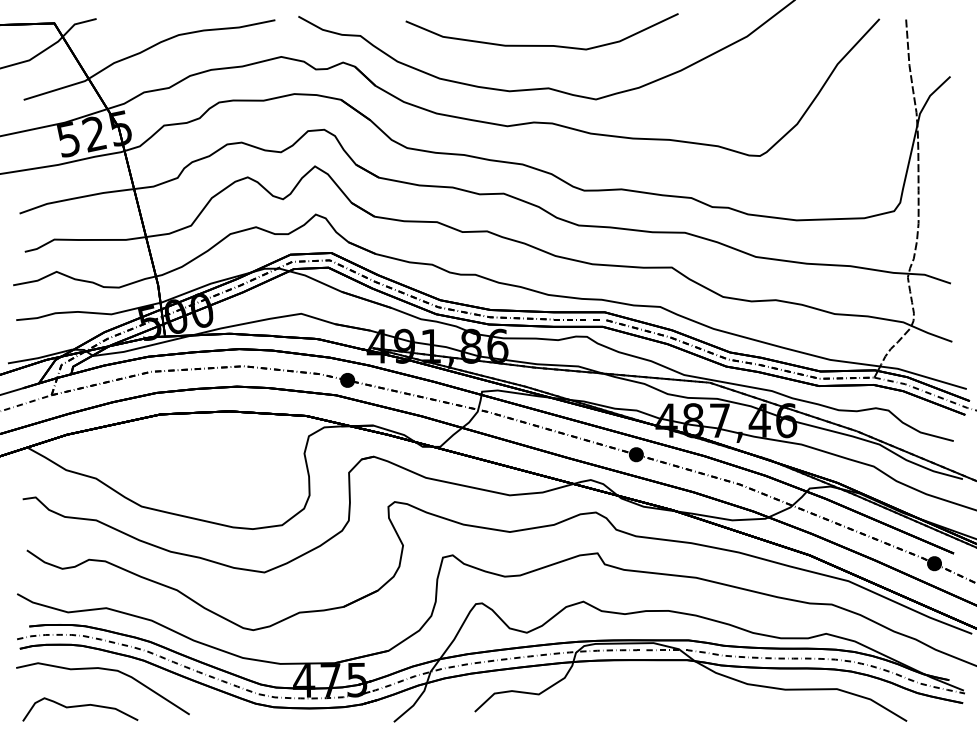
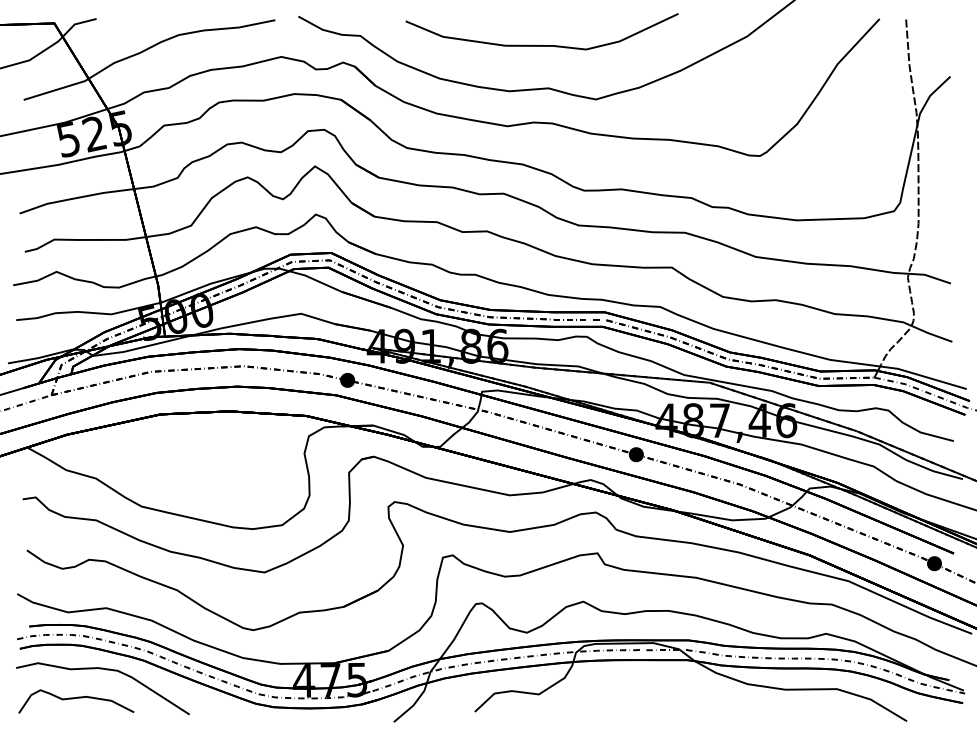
curve at (80, 706) position: (80, 706) -> (76, 698)
